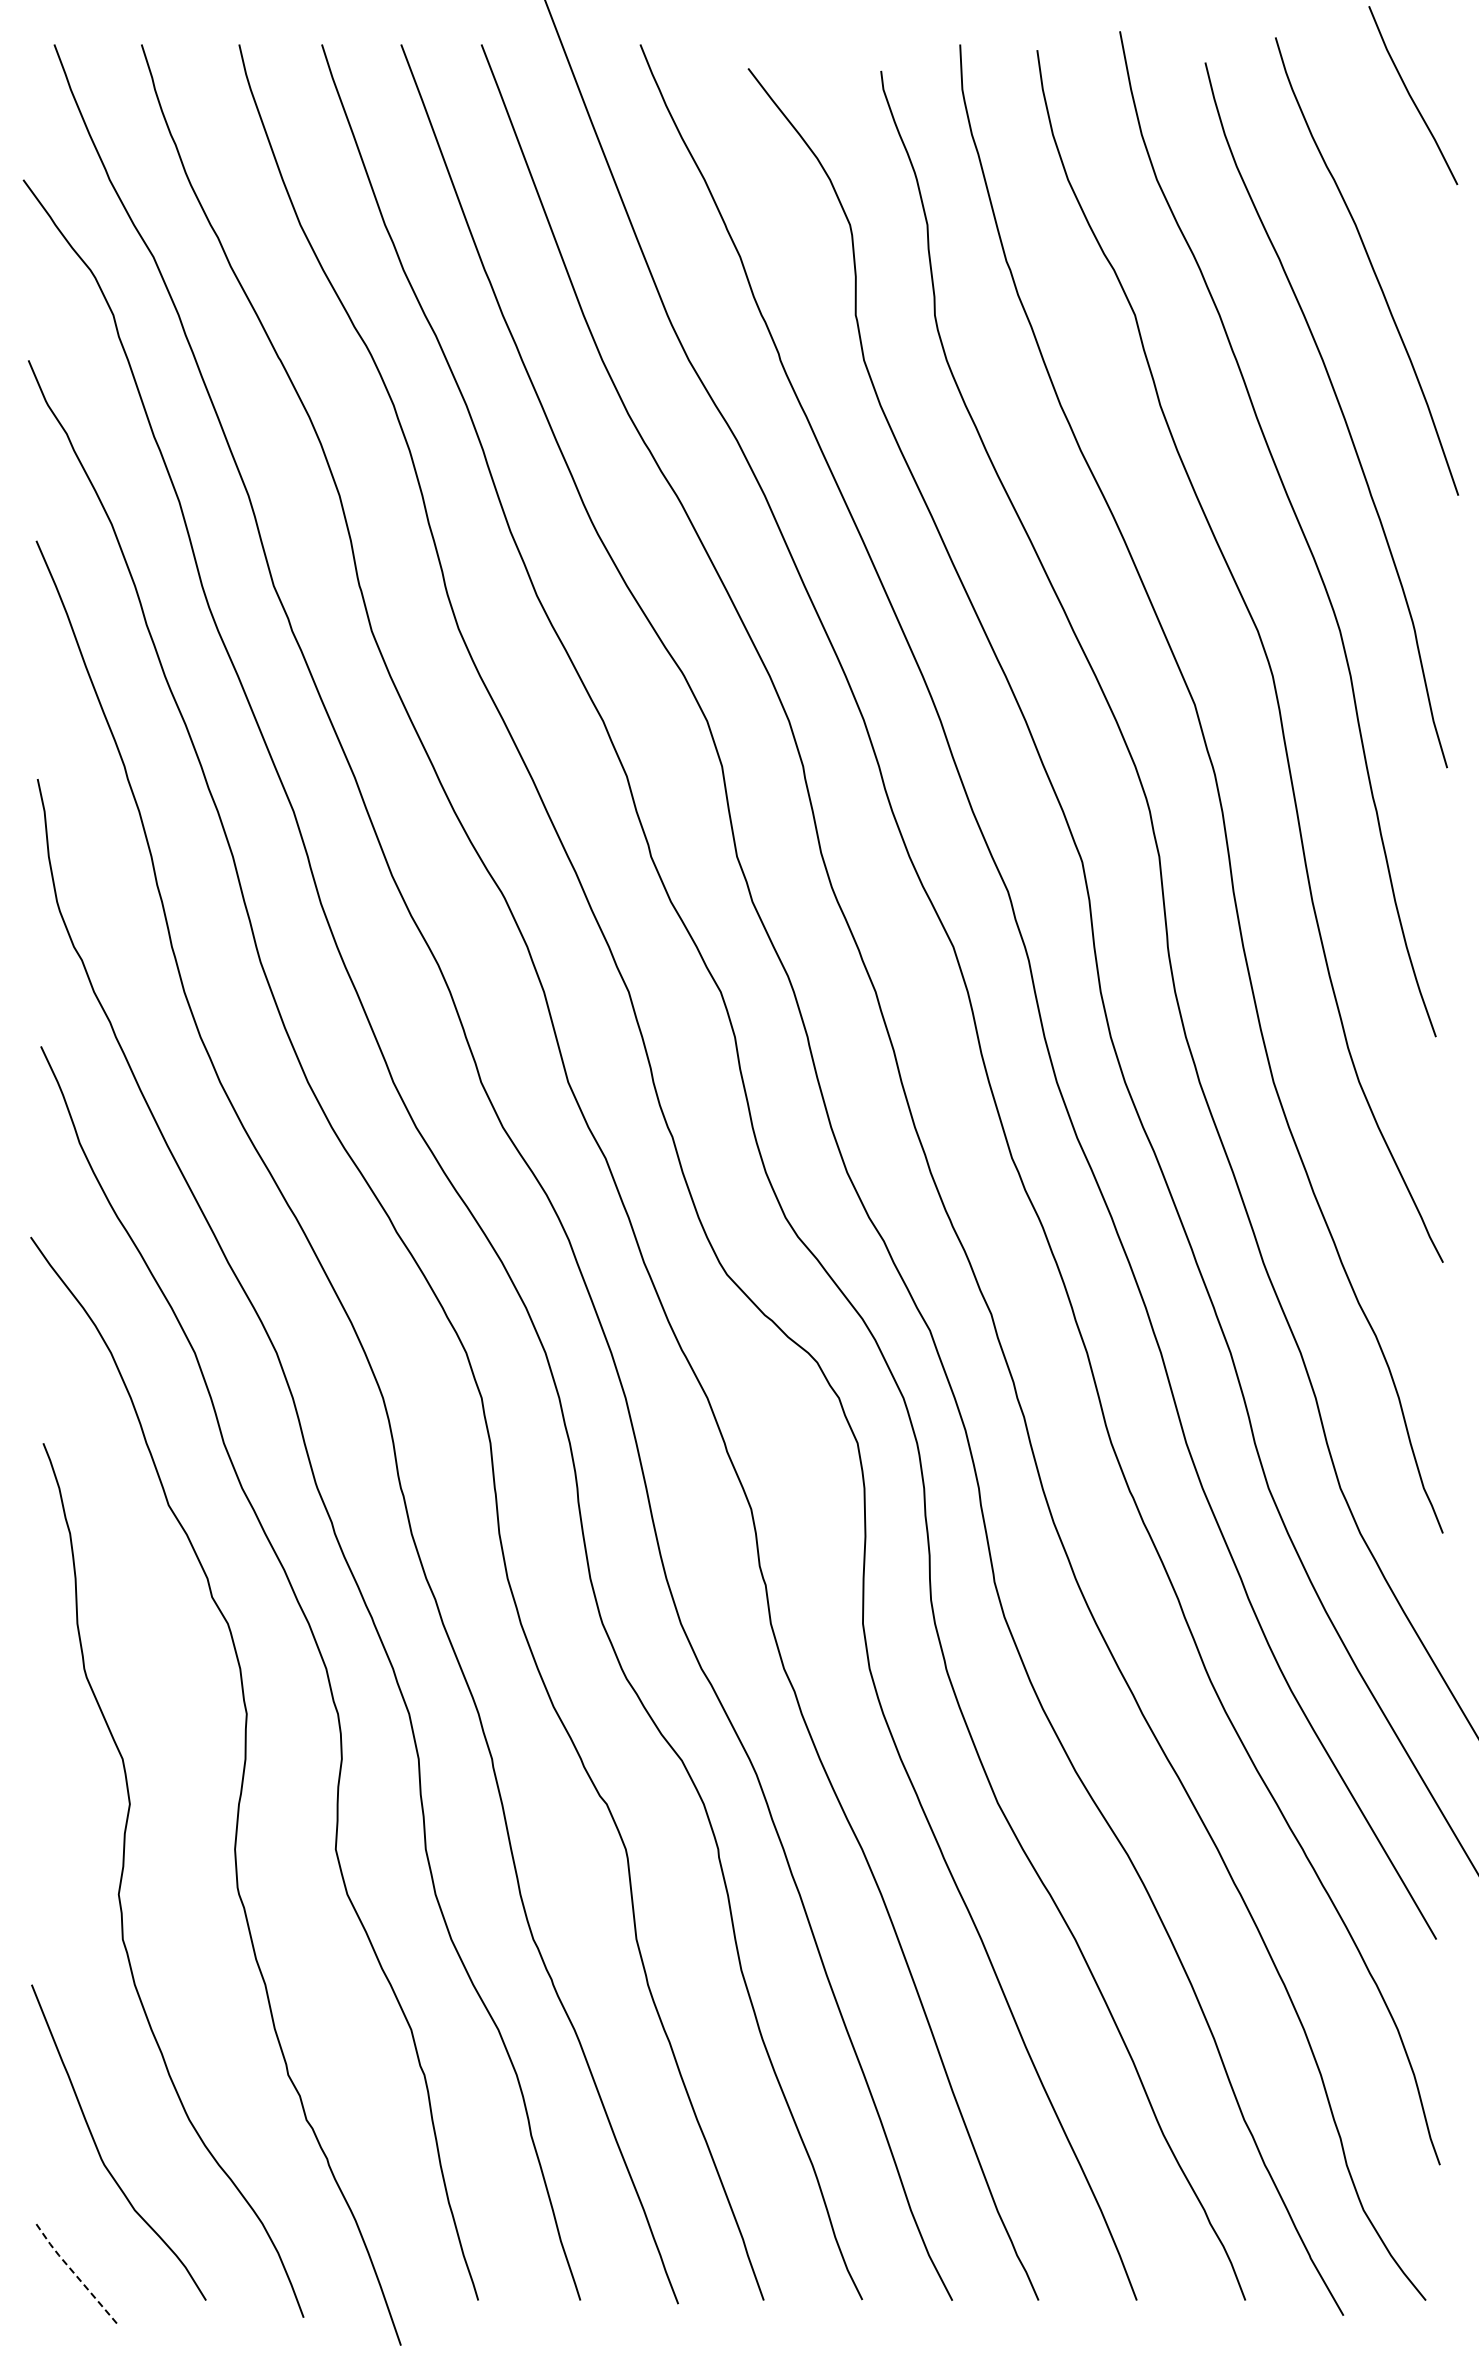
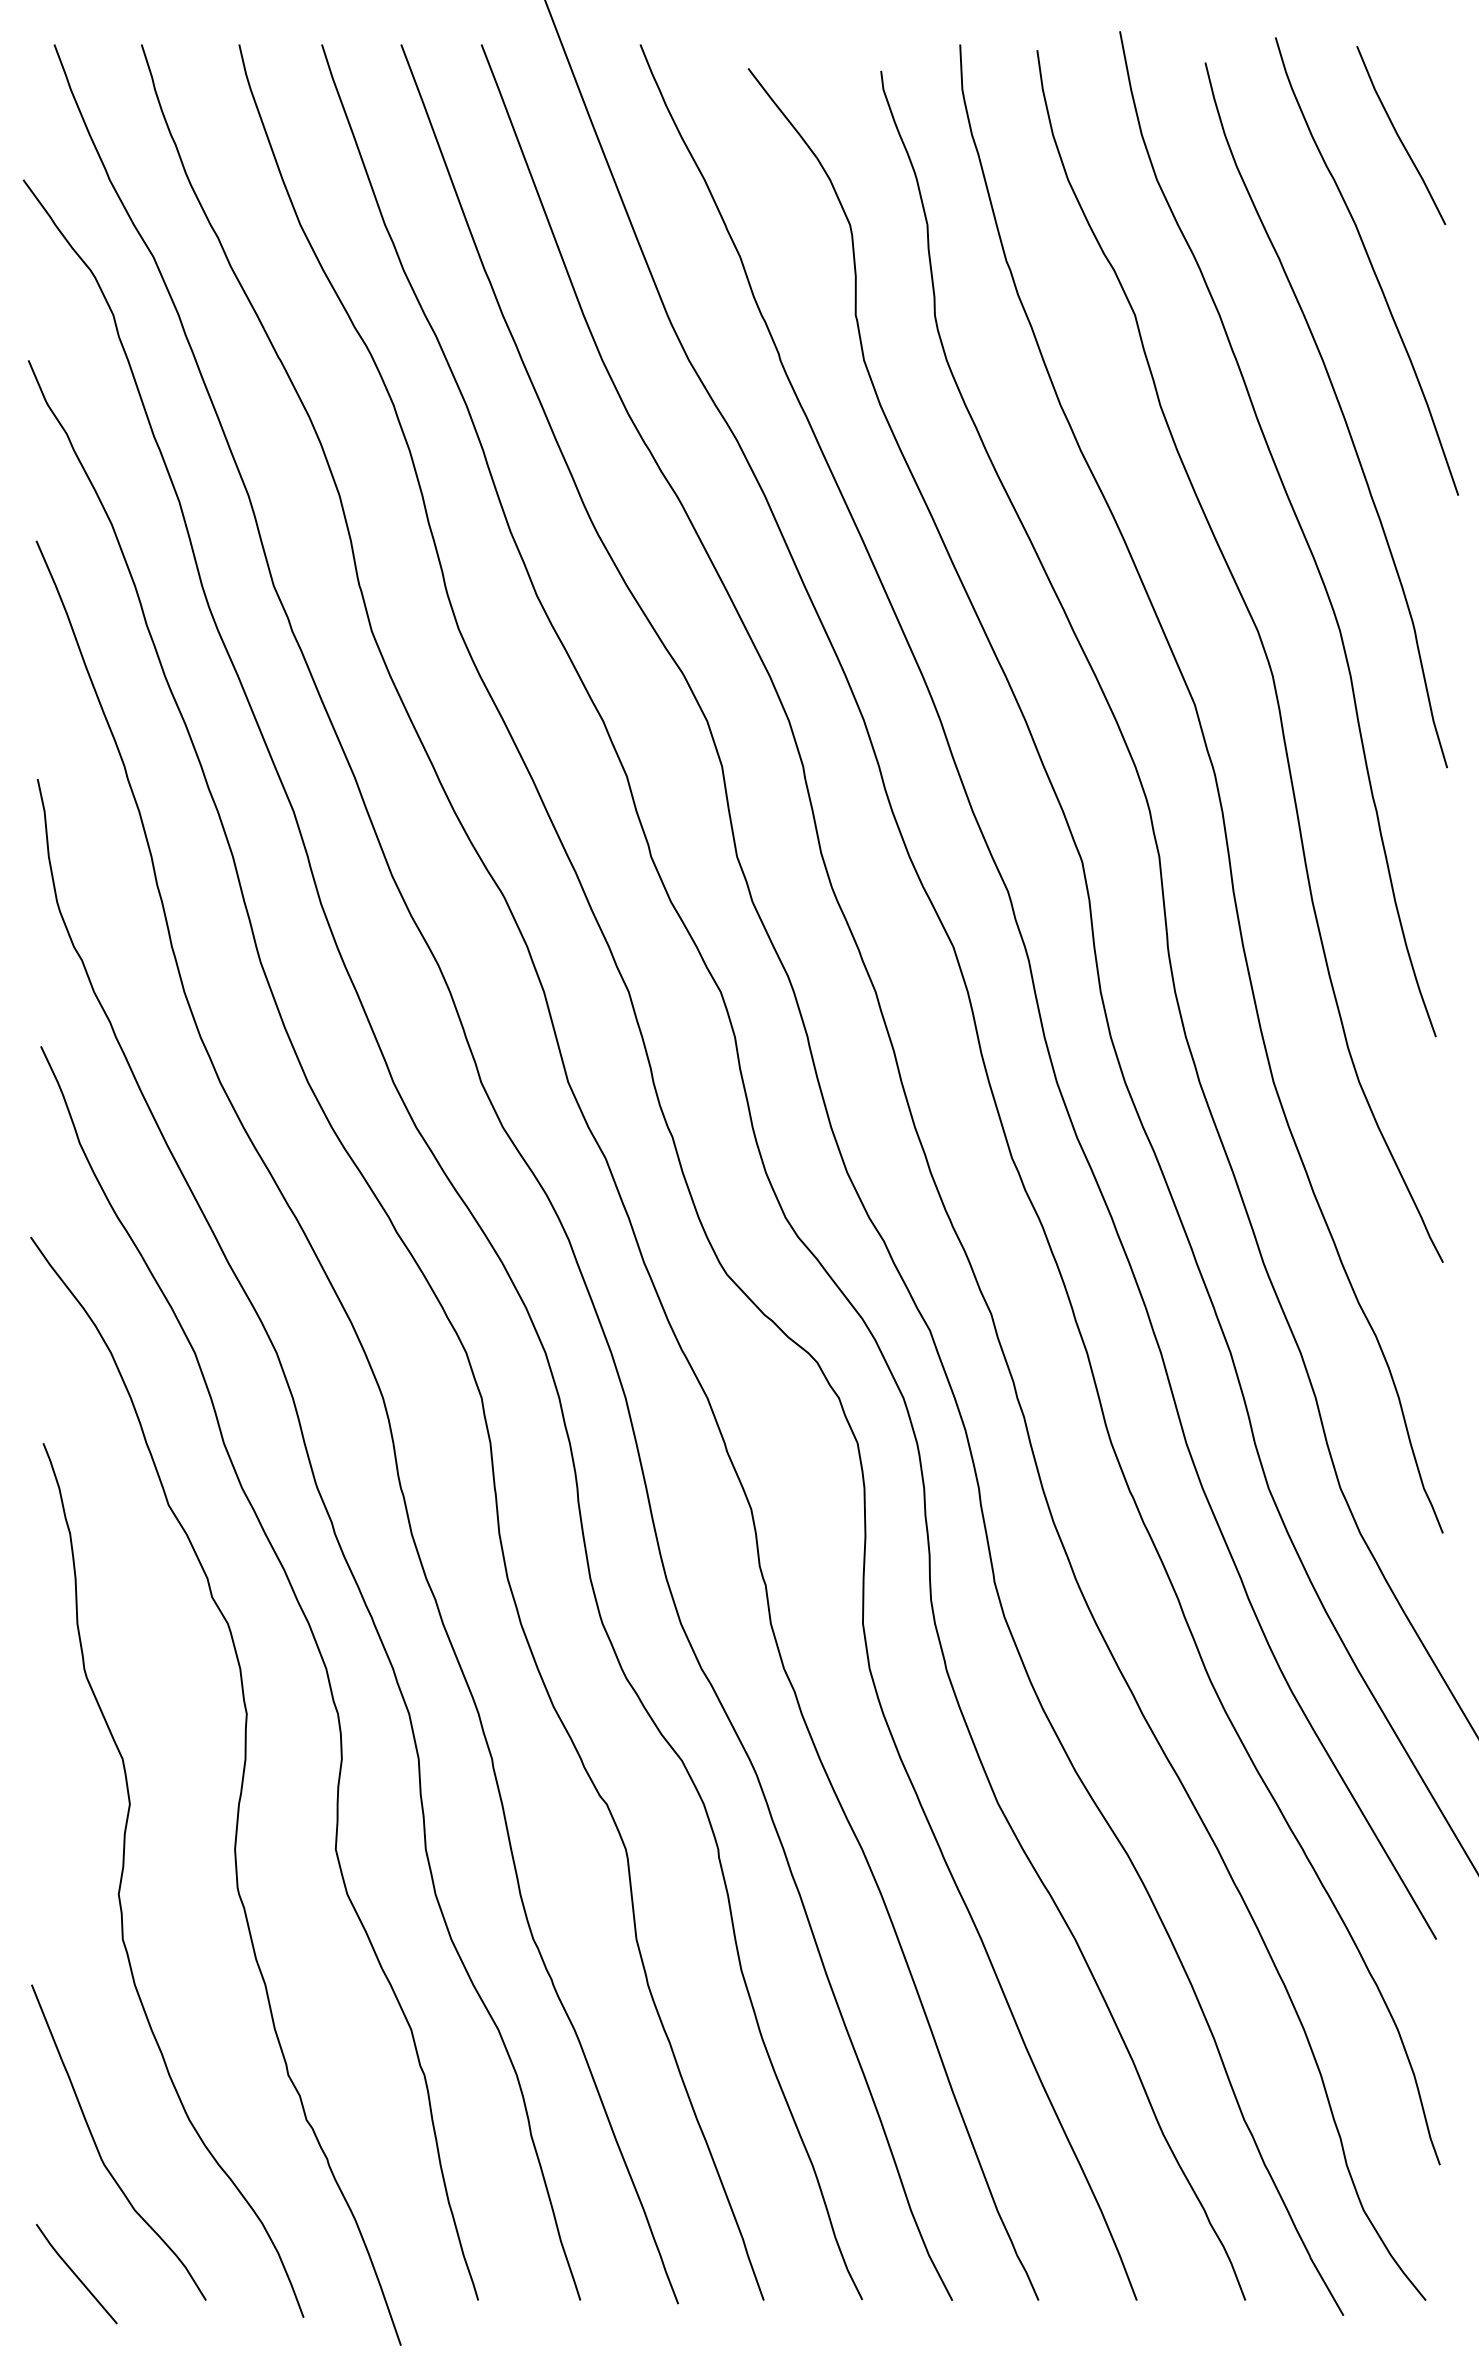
line at (1411, 96) position: (1411, 96) -> (1399, 136)
line at (74, 2273): dashed -> solid
